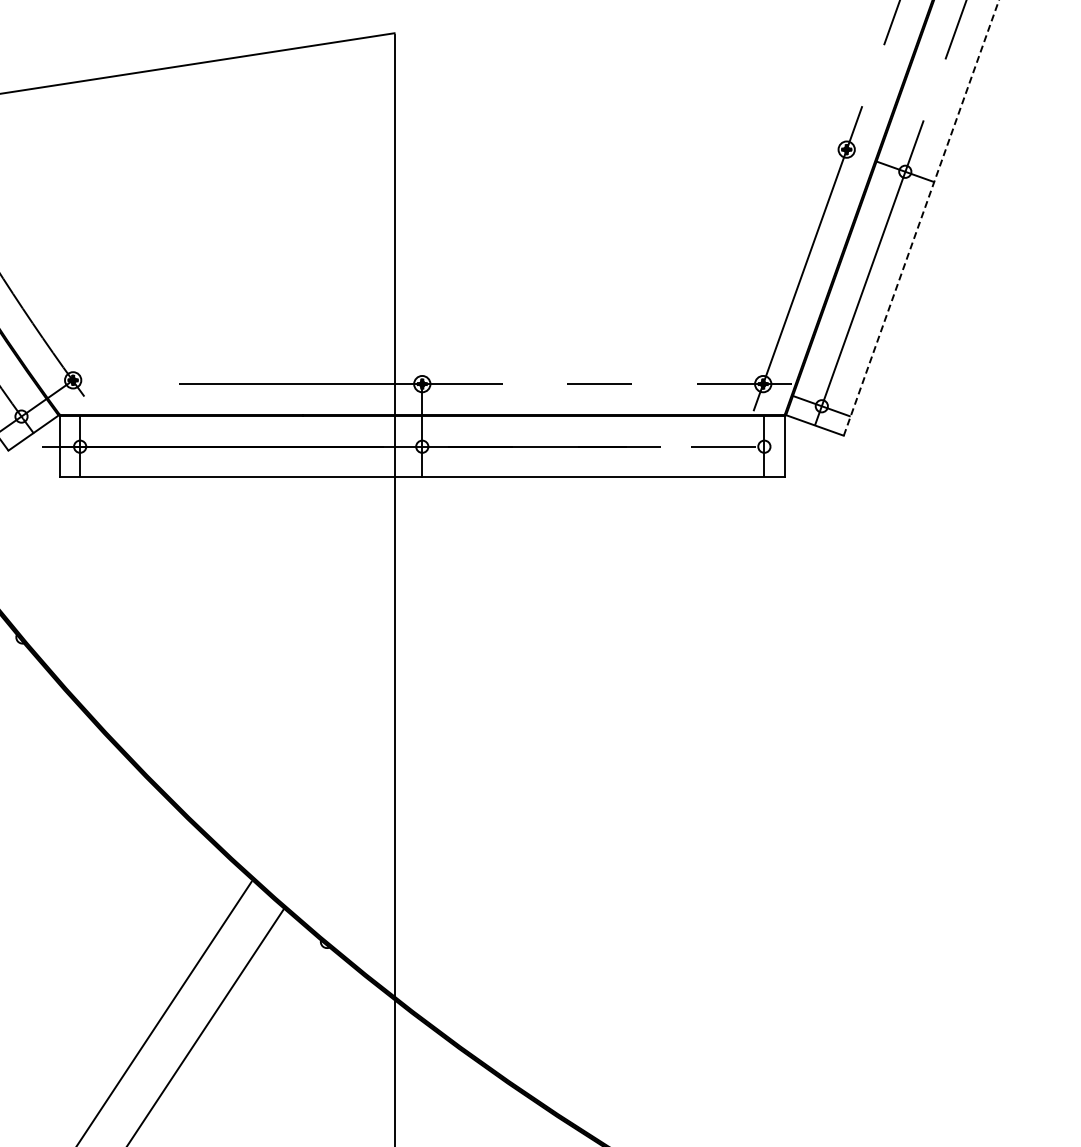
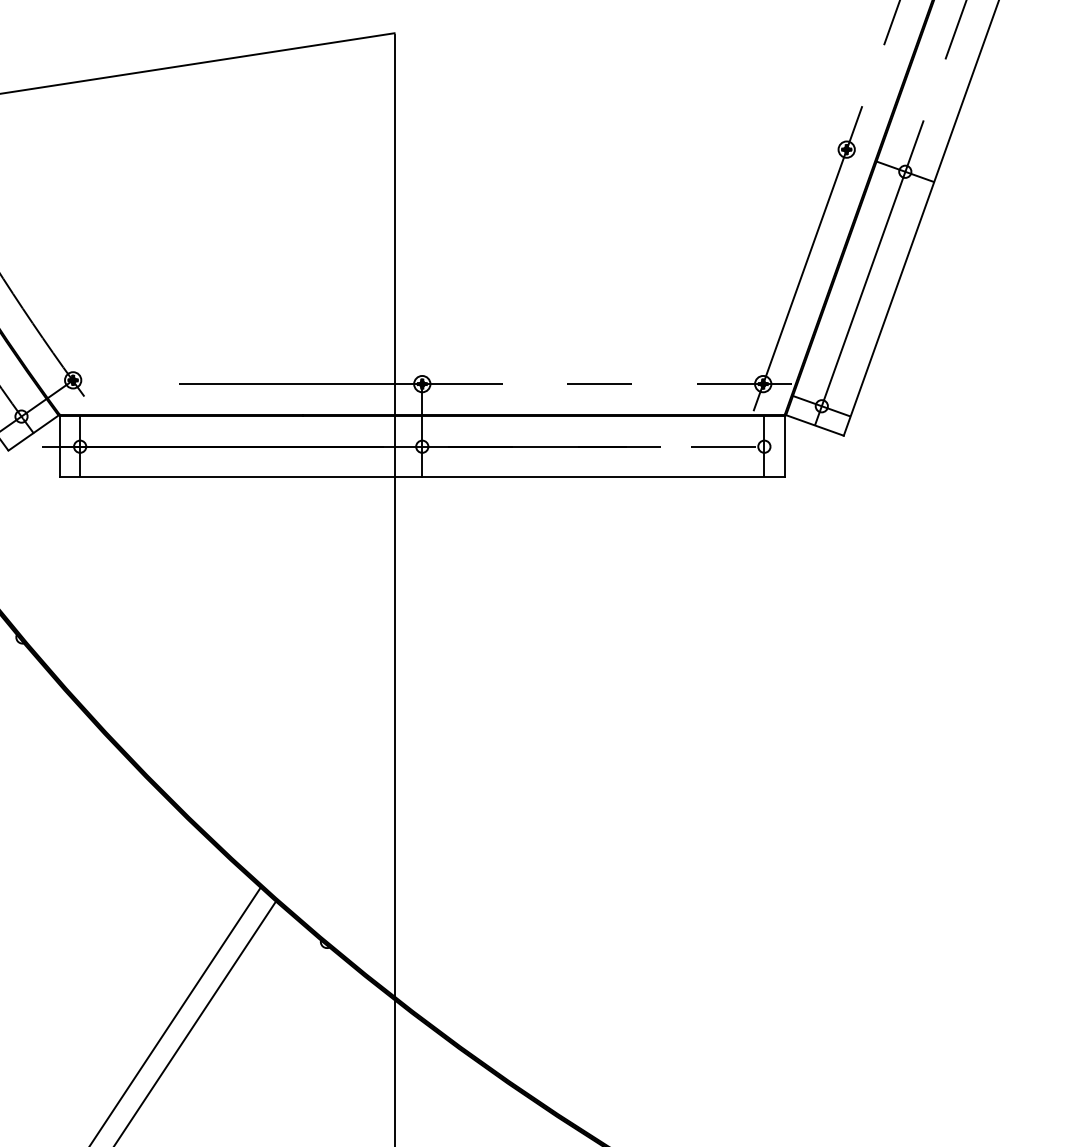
line at (921, 218): dashed -> solid
line at (164, 1012) position: (164, 1012) -> (175, 1015)
line at (206, 1025) position: (206, 1025) -> (195, 1022)
